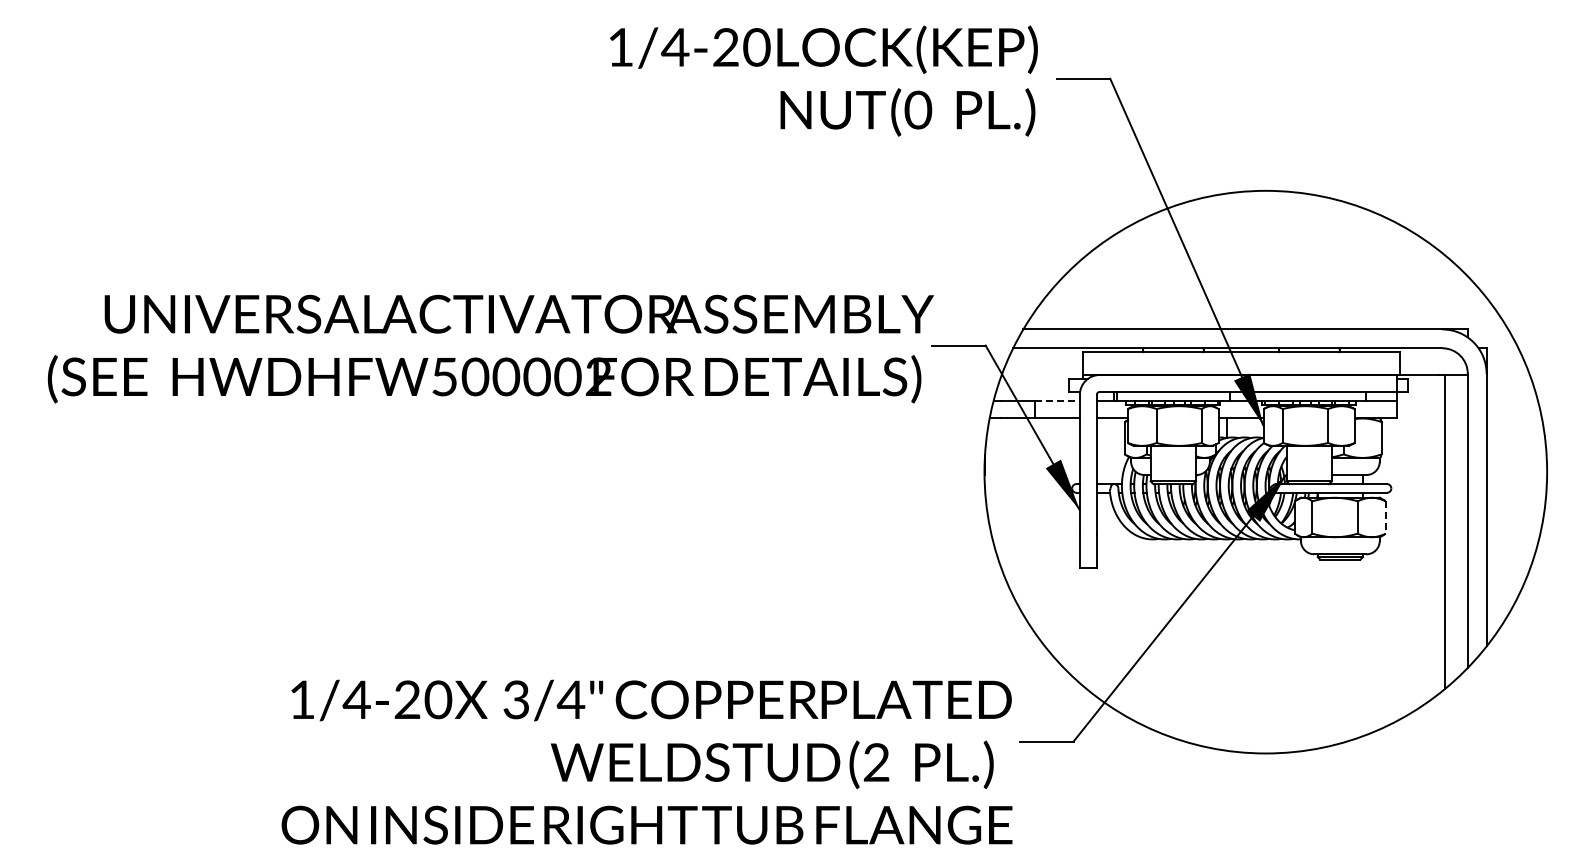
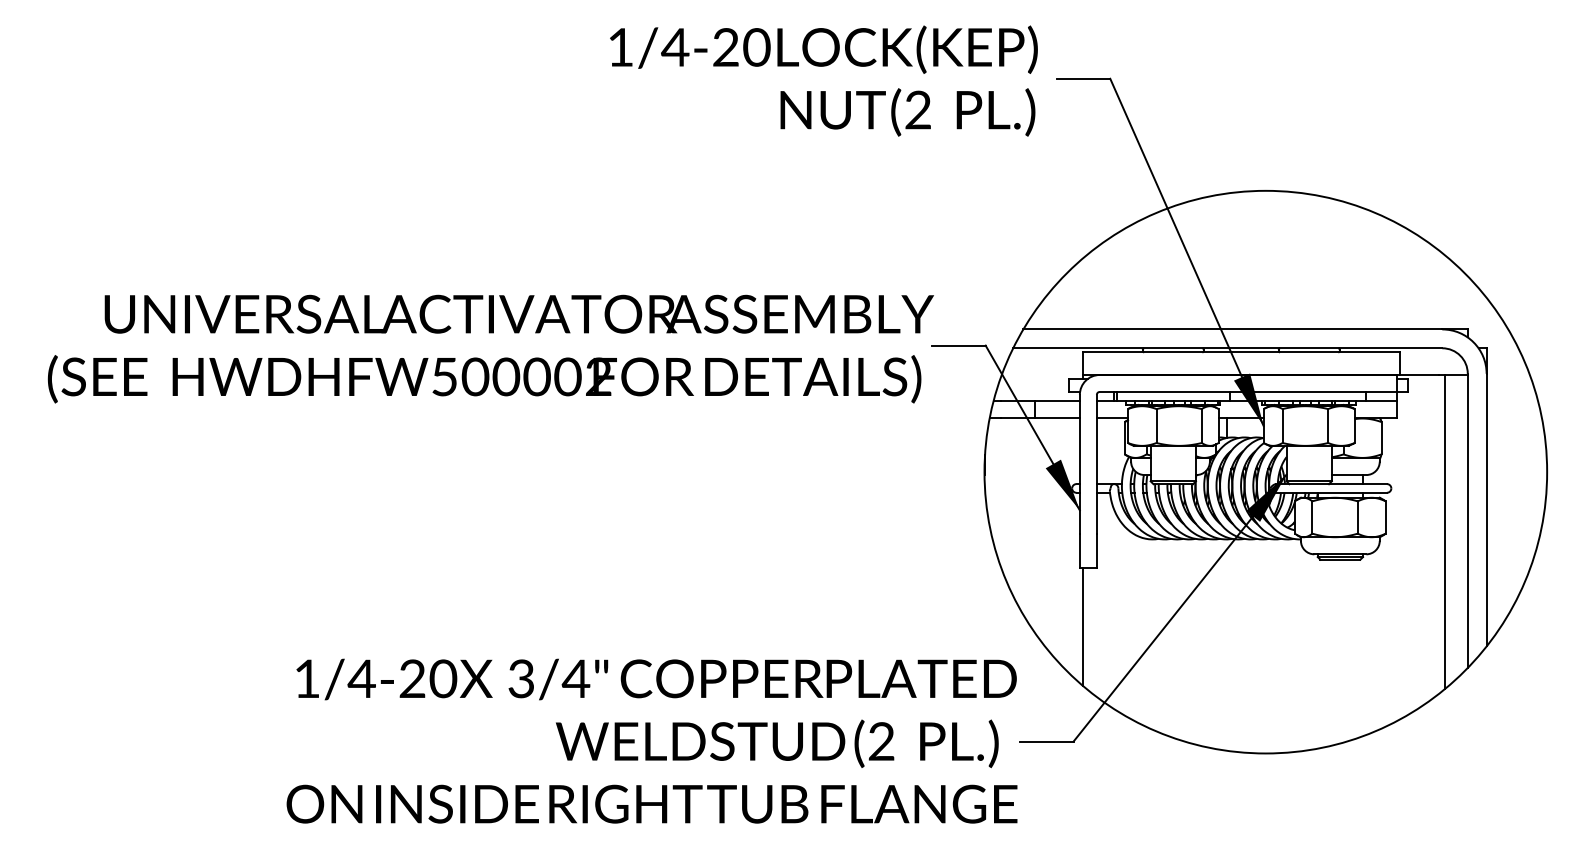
text at (918, 110): (0 -> (2
line at (1057, 401): dashed -> solid
line at (1385, 518): dashed -> solid
line at (1082, 626): none -> present
text at (646, 761) position: (646, 761) -> (651, 740)
